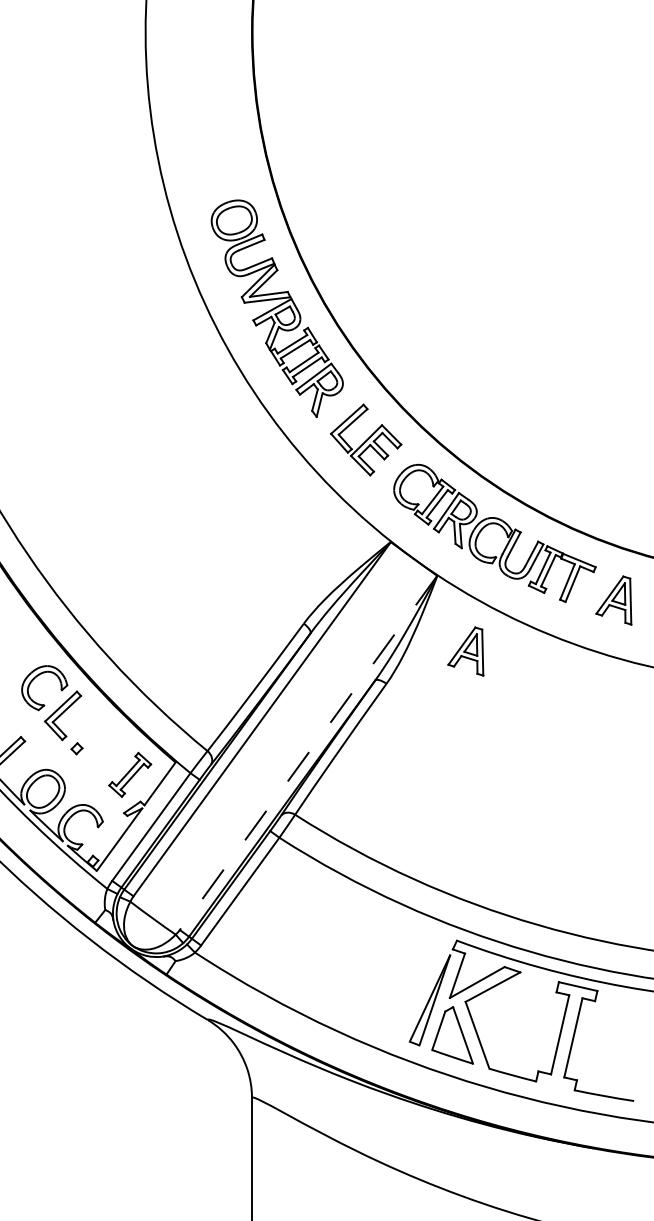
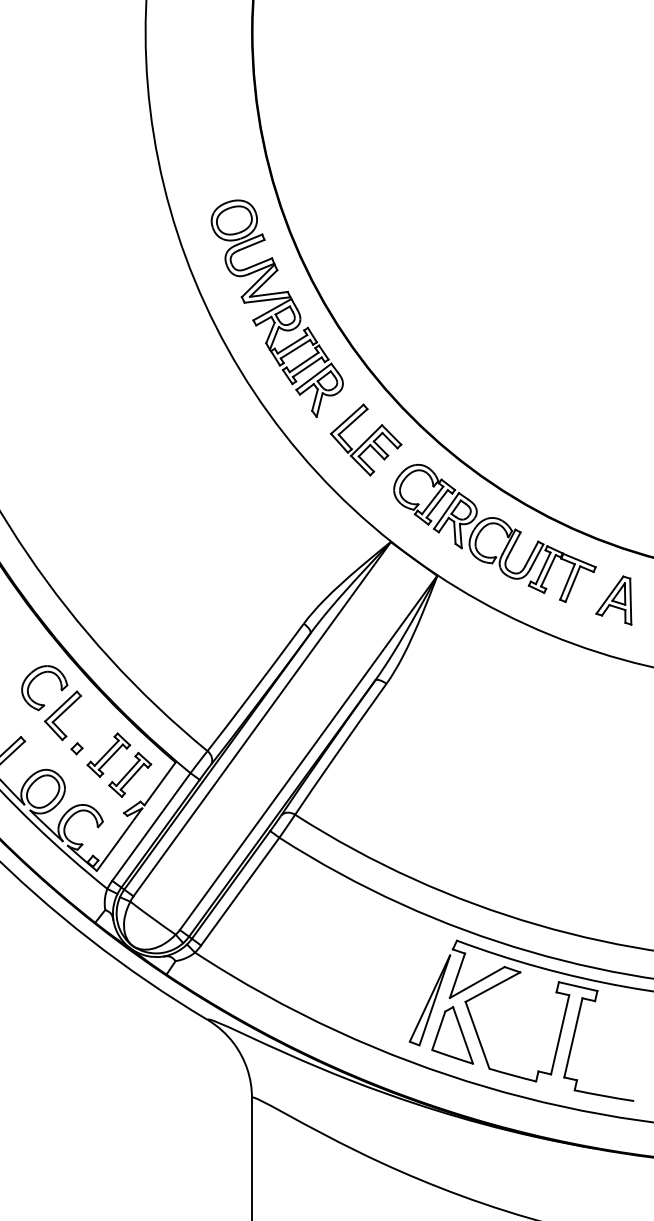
part at (465, 651): present -> none
line at (308, 752): dashed -> solid
part at (108, 754): none -> present
